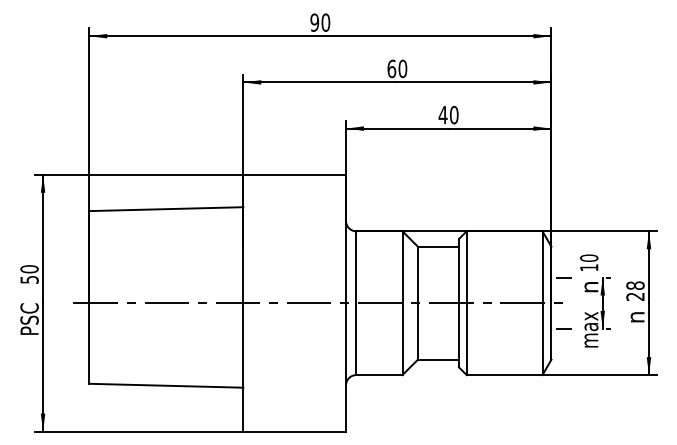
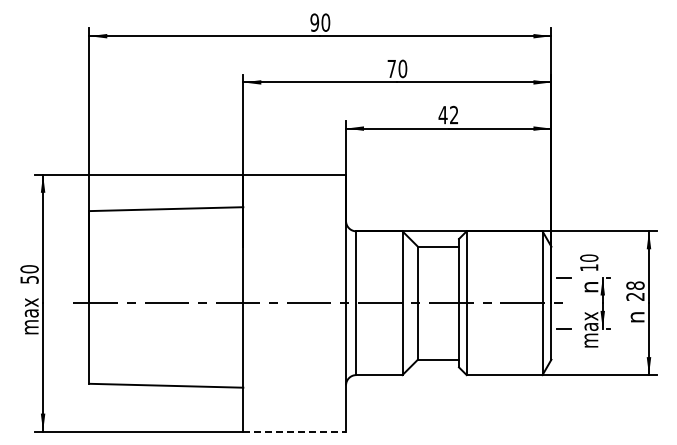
text at (391, 68): 60 -> 70
text at (454, 115): 40 -> 42
text at (29, 316): PSC -> max
line at (295, 431): solid -> dashed
